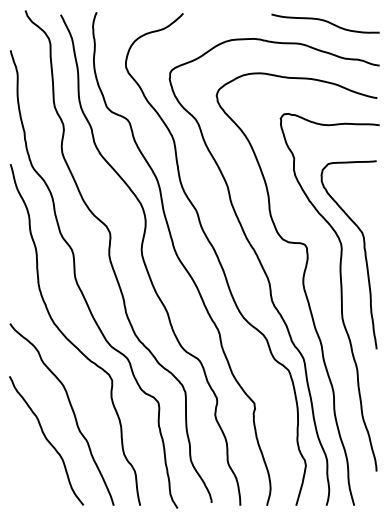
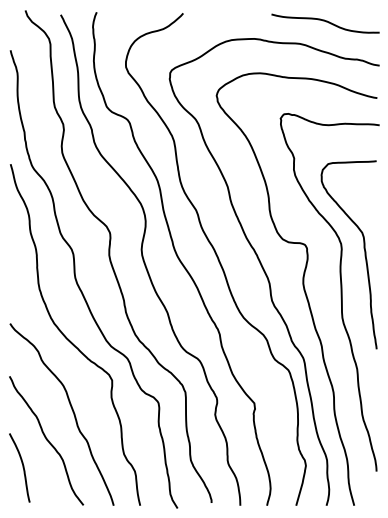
curve at (22, 467): none -> present
